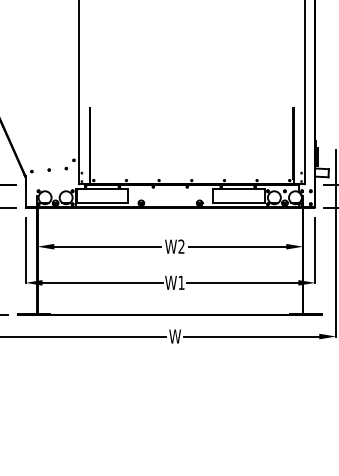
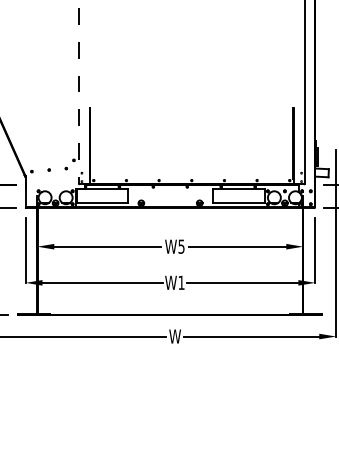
line at (78, 92): solid -> dashed
text at (181, 246): W2 -> W5
